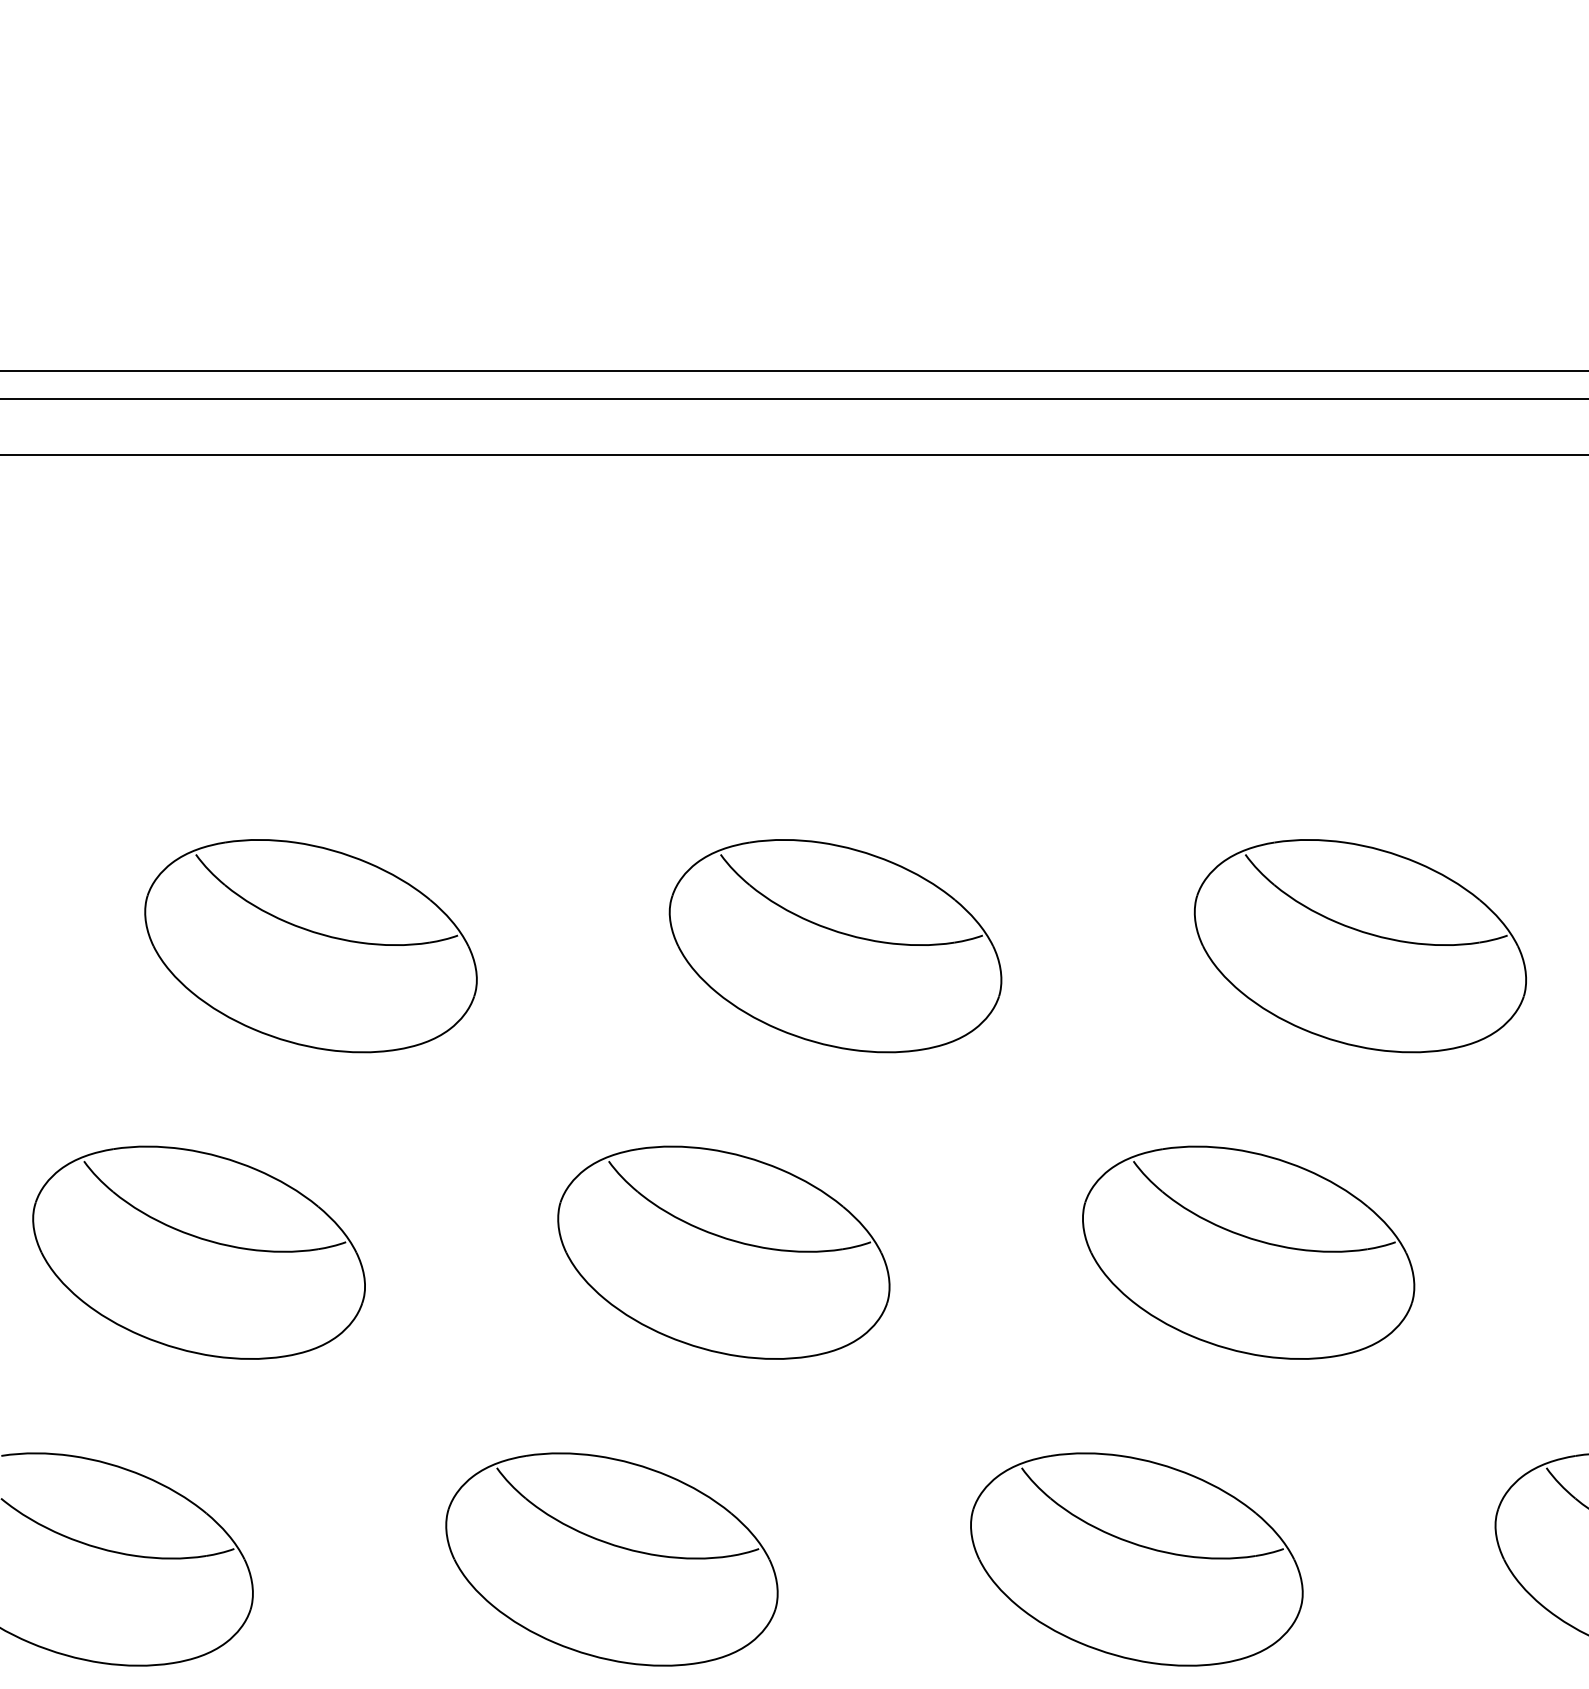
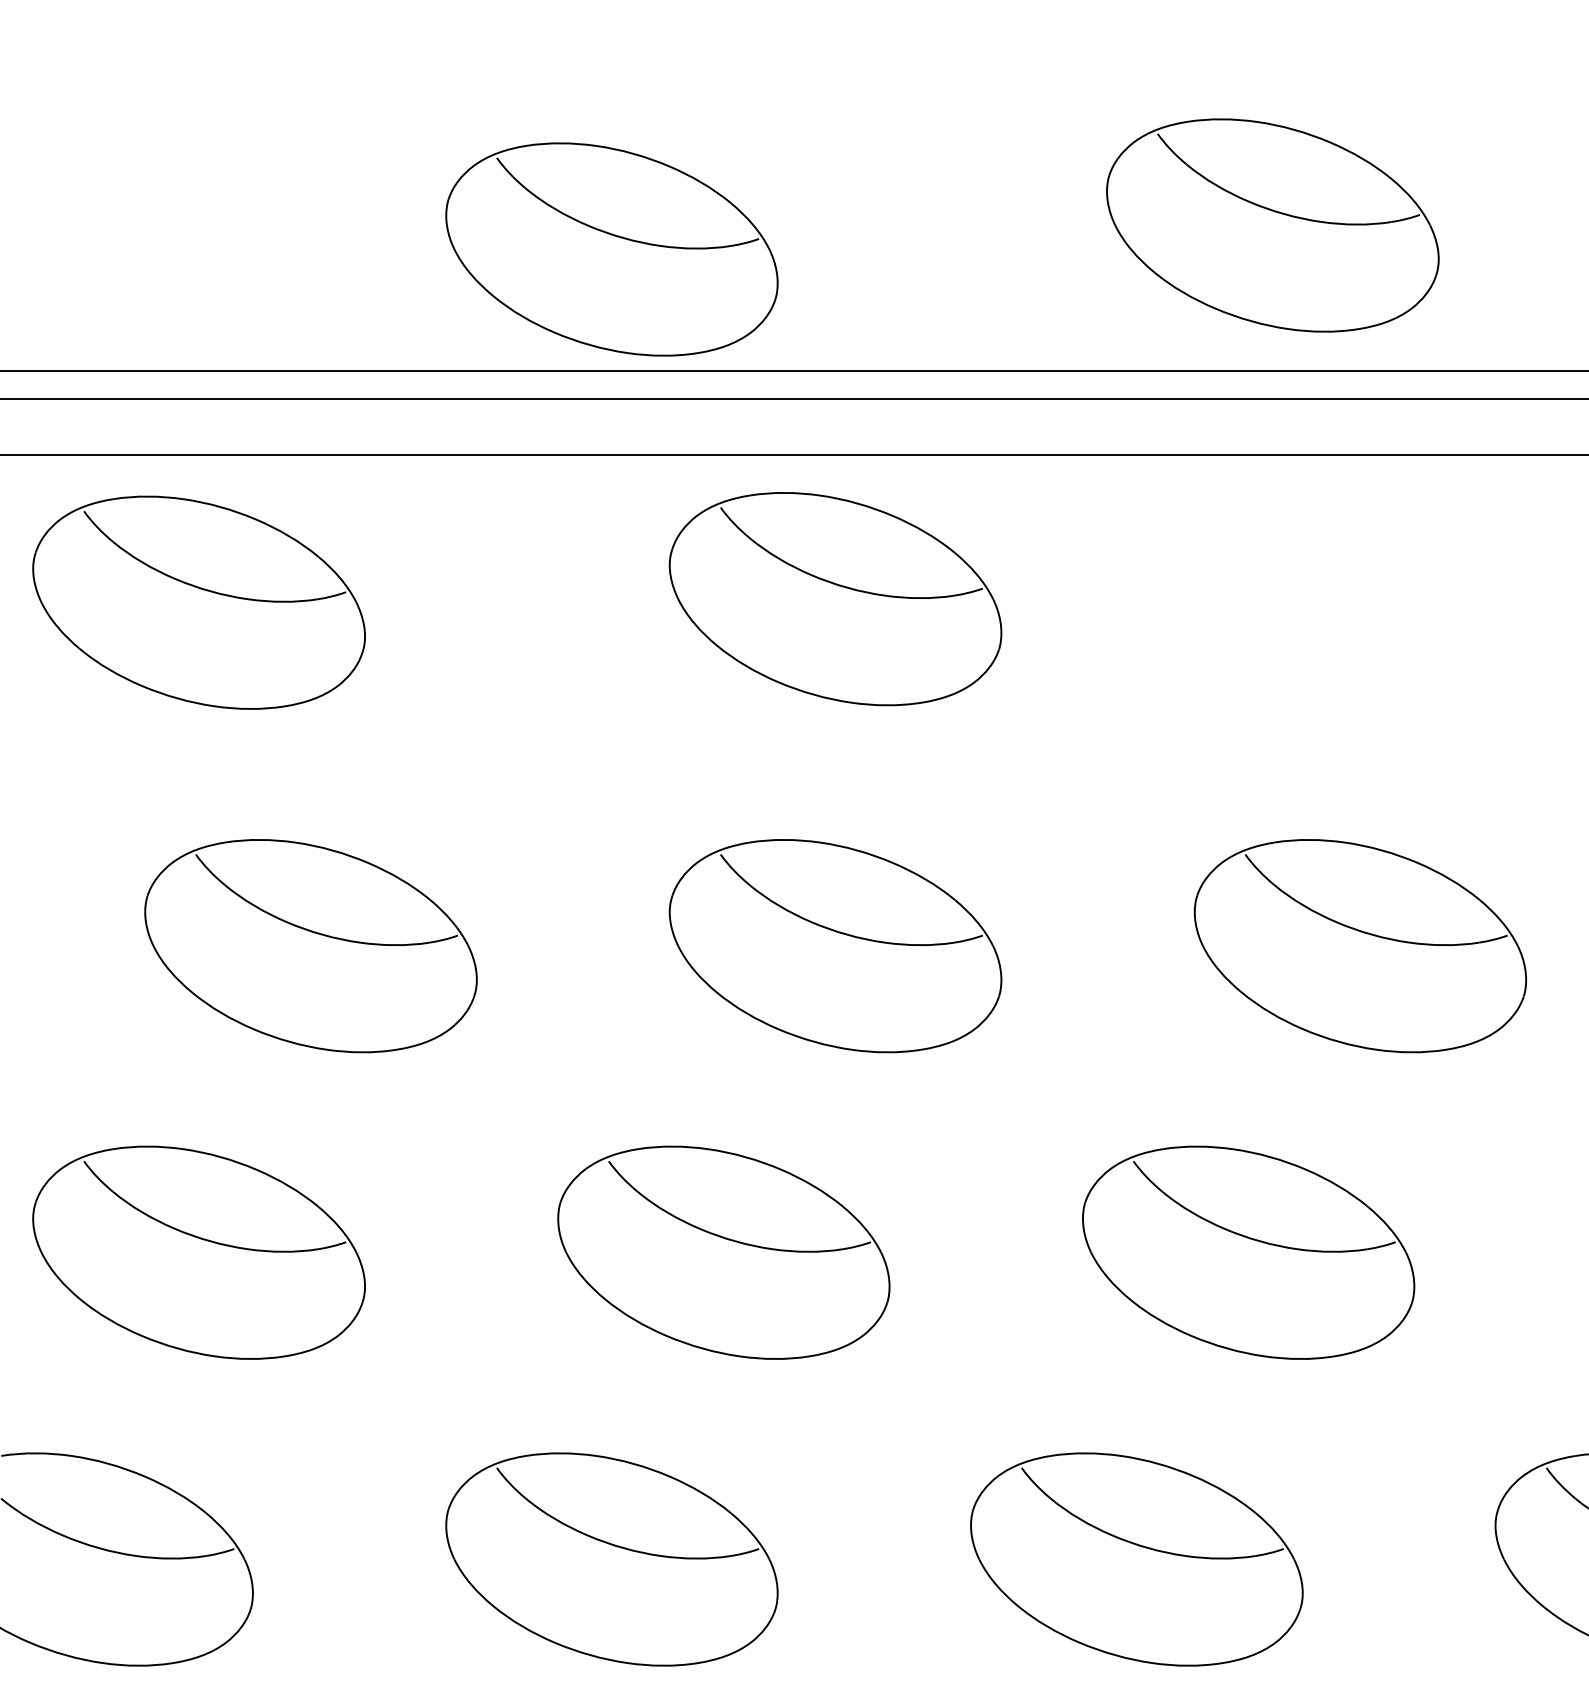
part at (1272, 225): none -> present
part at (611, 249): none -> present
part at (835, 599): none -> present
part at (198, 602): none -> present
